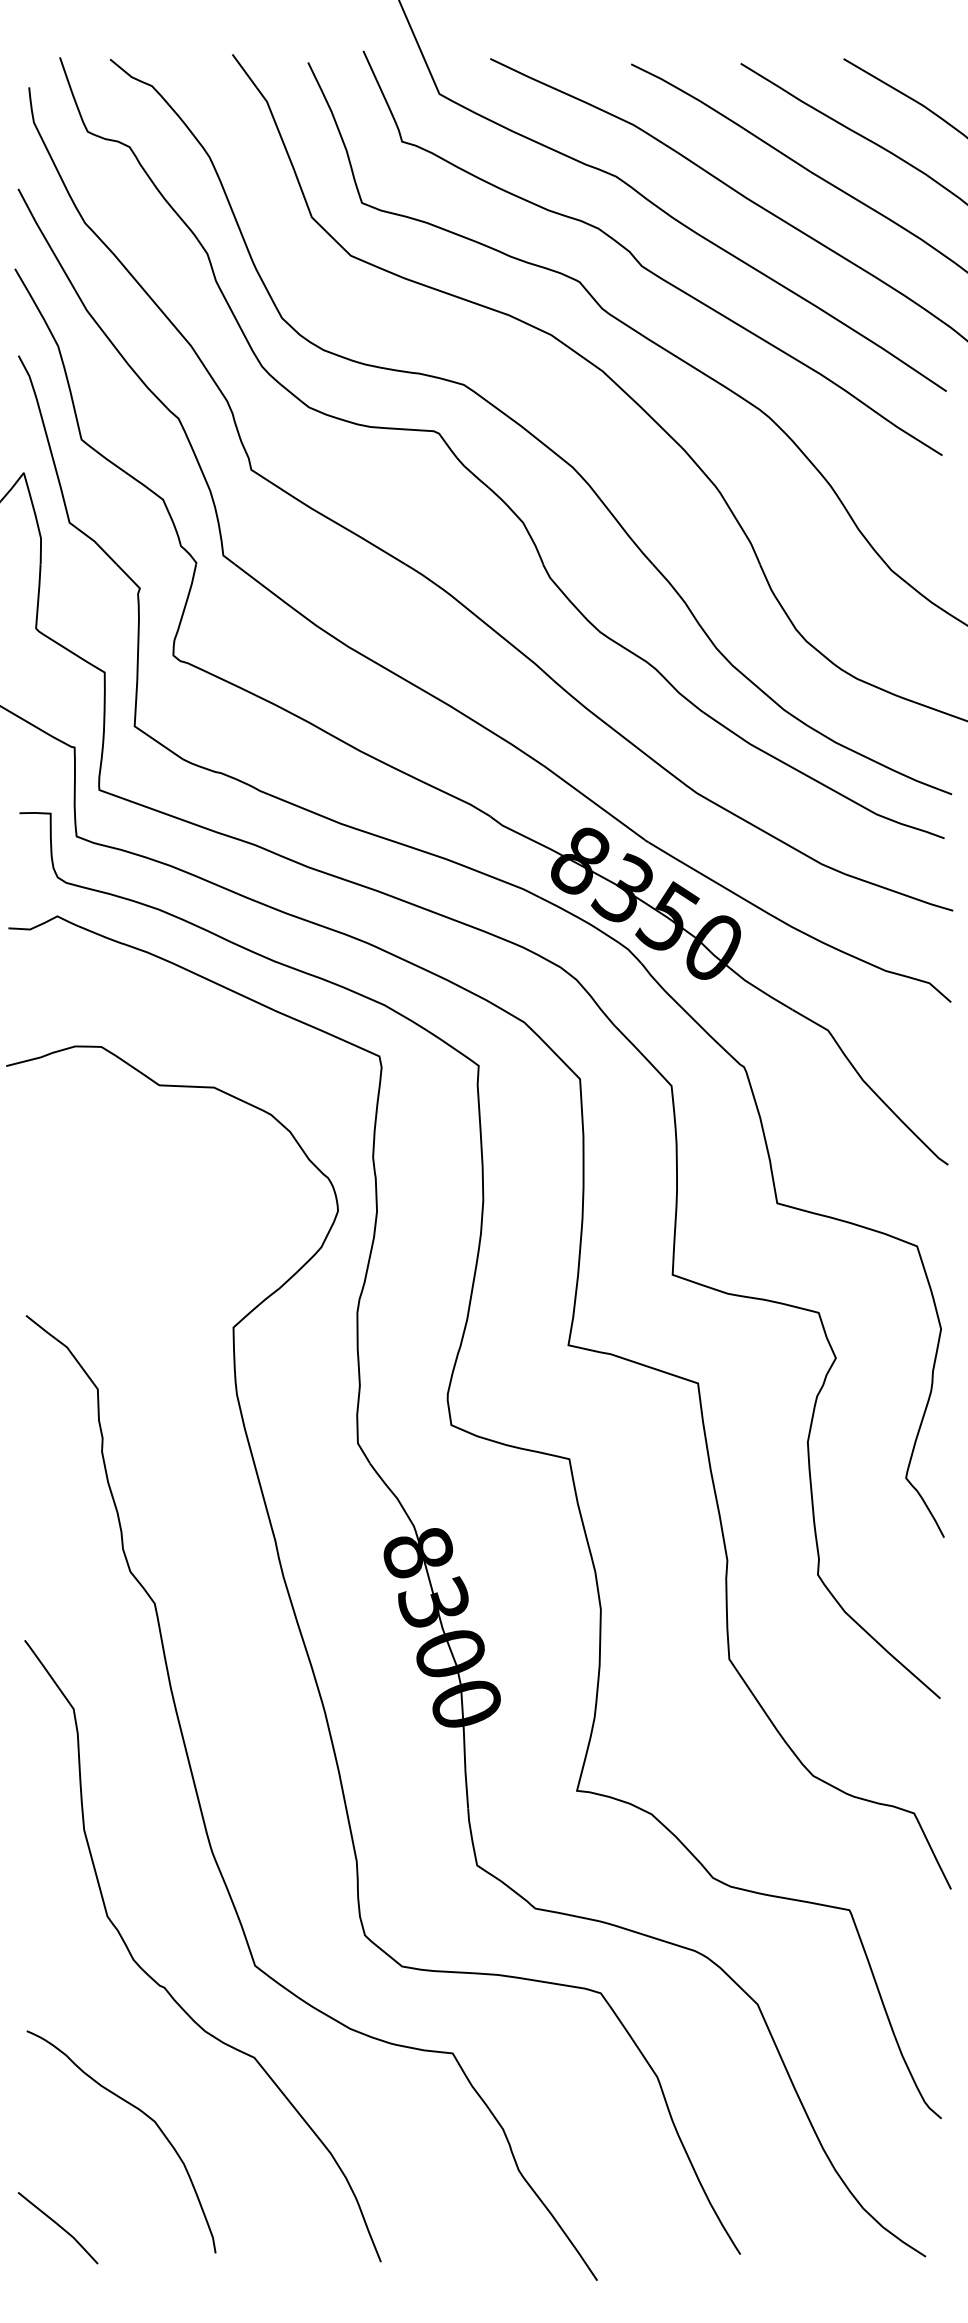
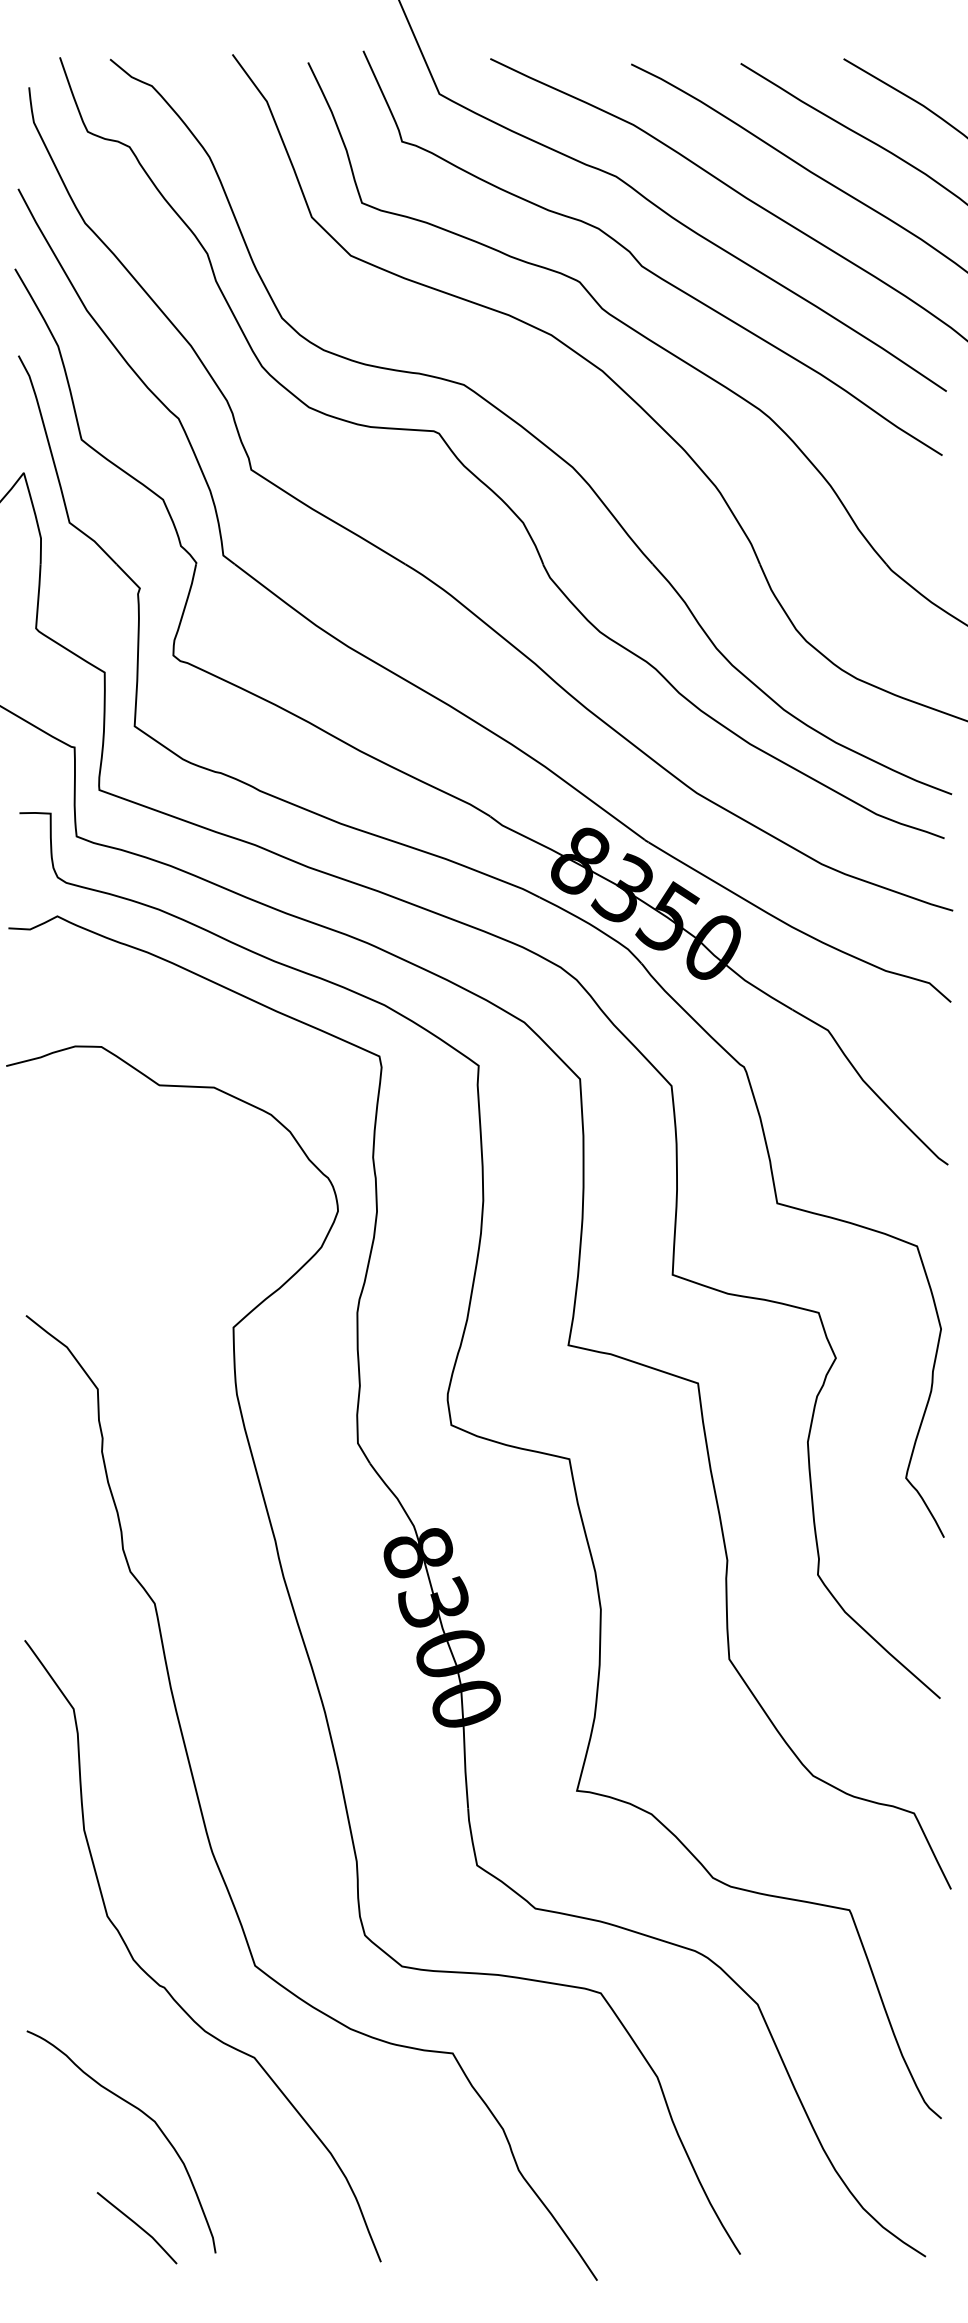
curve at (58, 2226) position: (58, 2226) -> (137, 2226)
